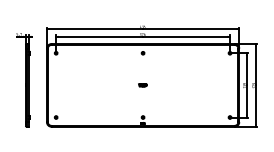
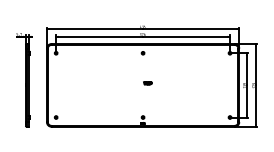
part at (142, 85) position: (142, 85) -> (147, 83)
